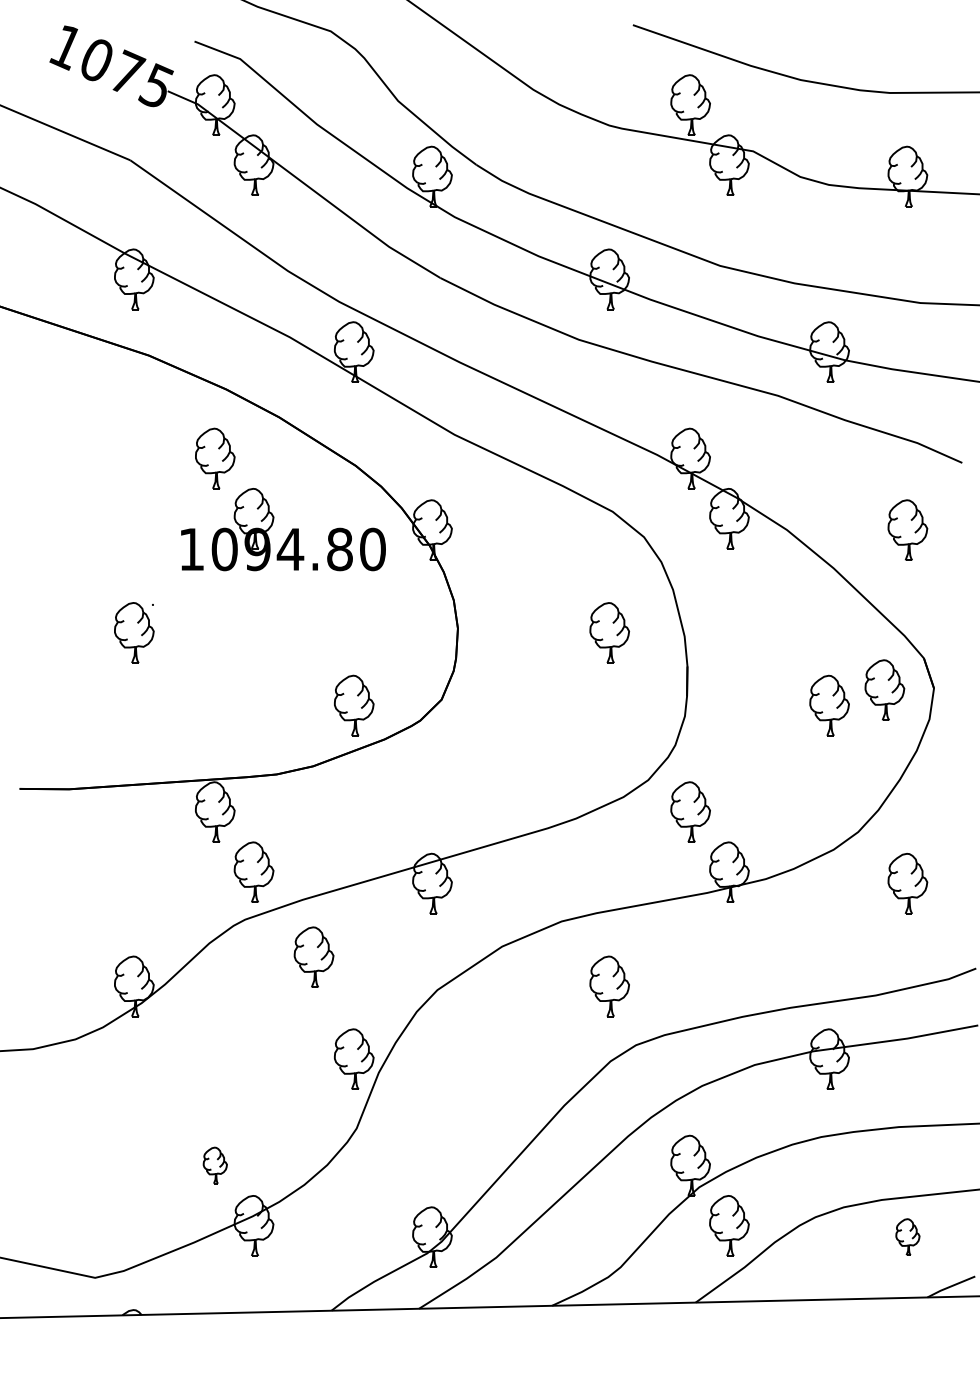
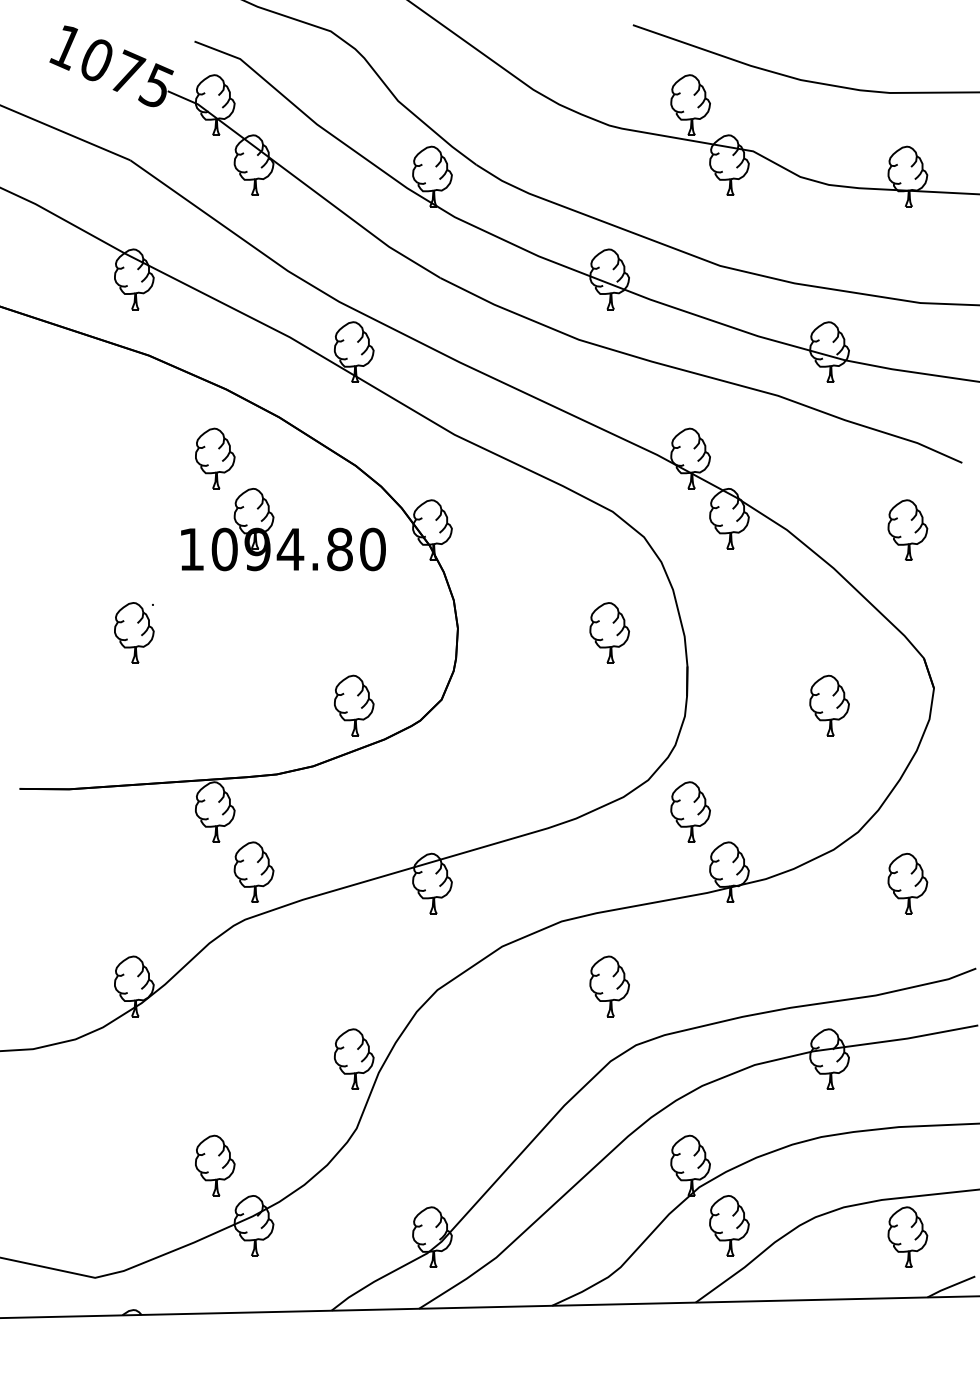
part at (884, 689): present -> none
part at (313, 956): present -> none
part at (214, 1165) size: 26x39 px -> 41x63 px
part at (907, 1236) size: 26x38 px -> 42x62 px
